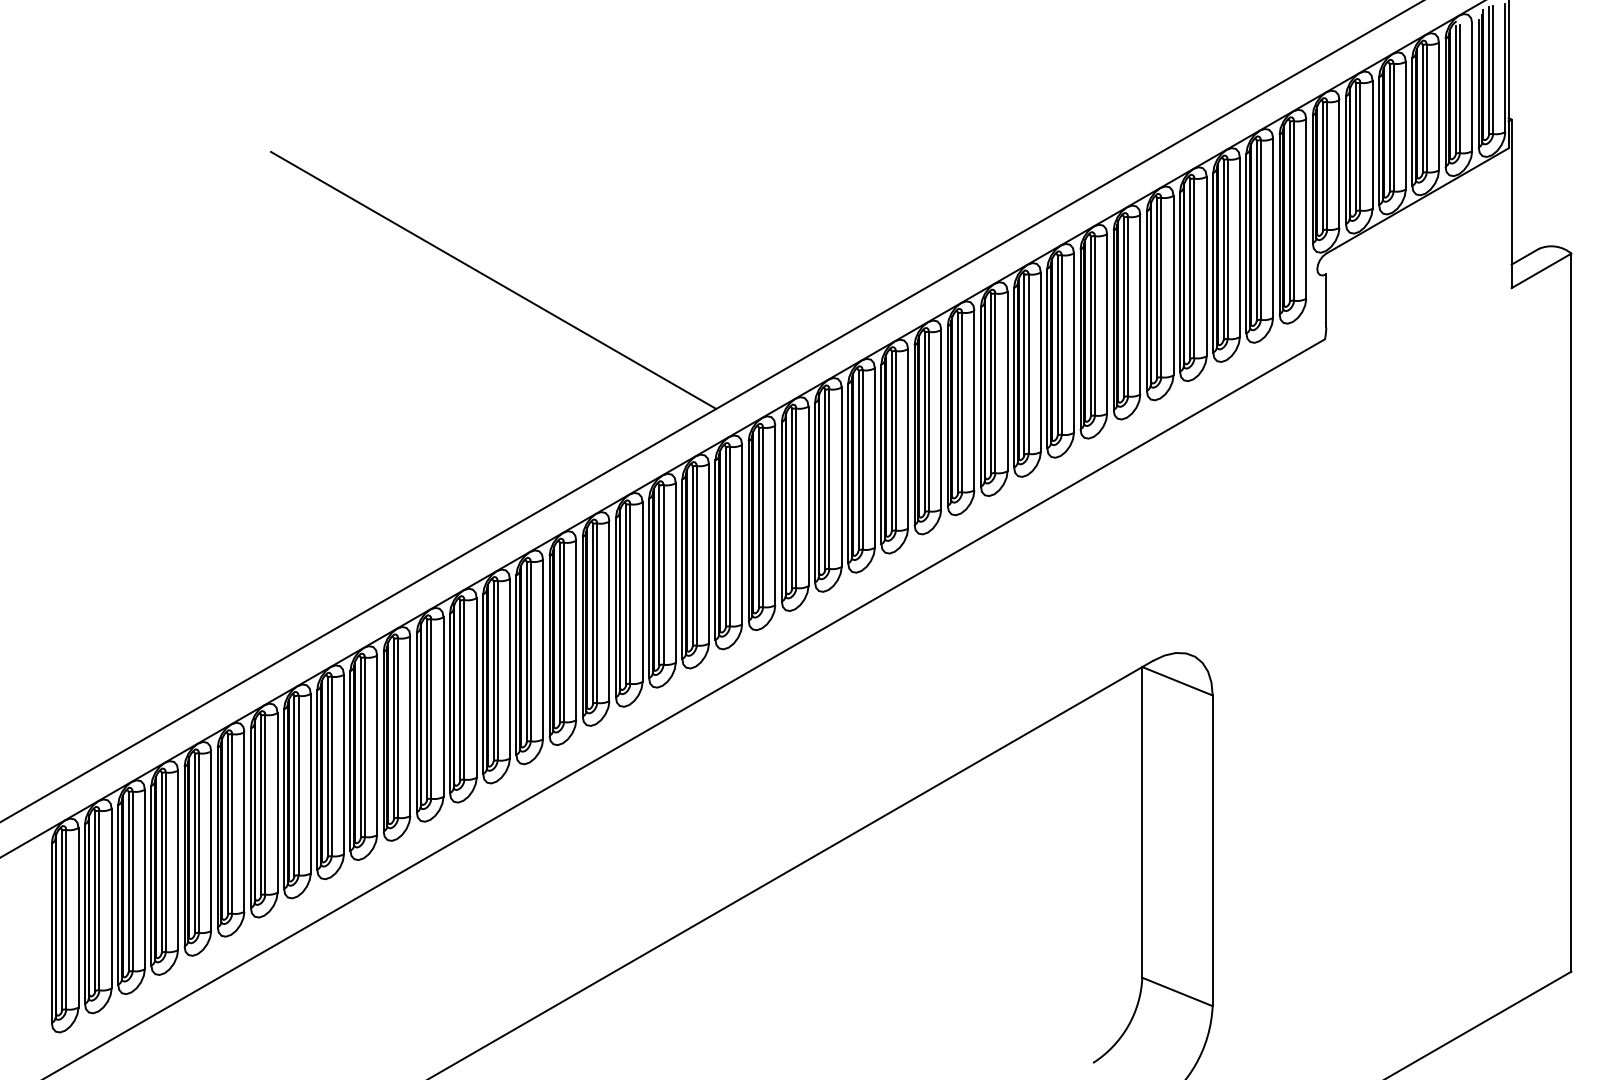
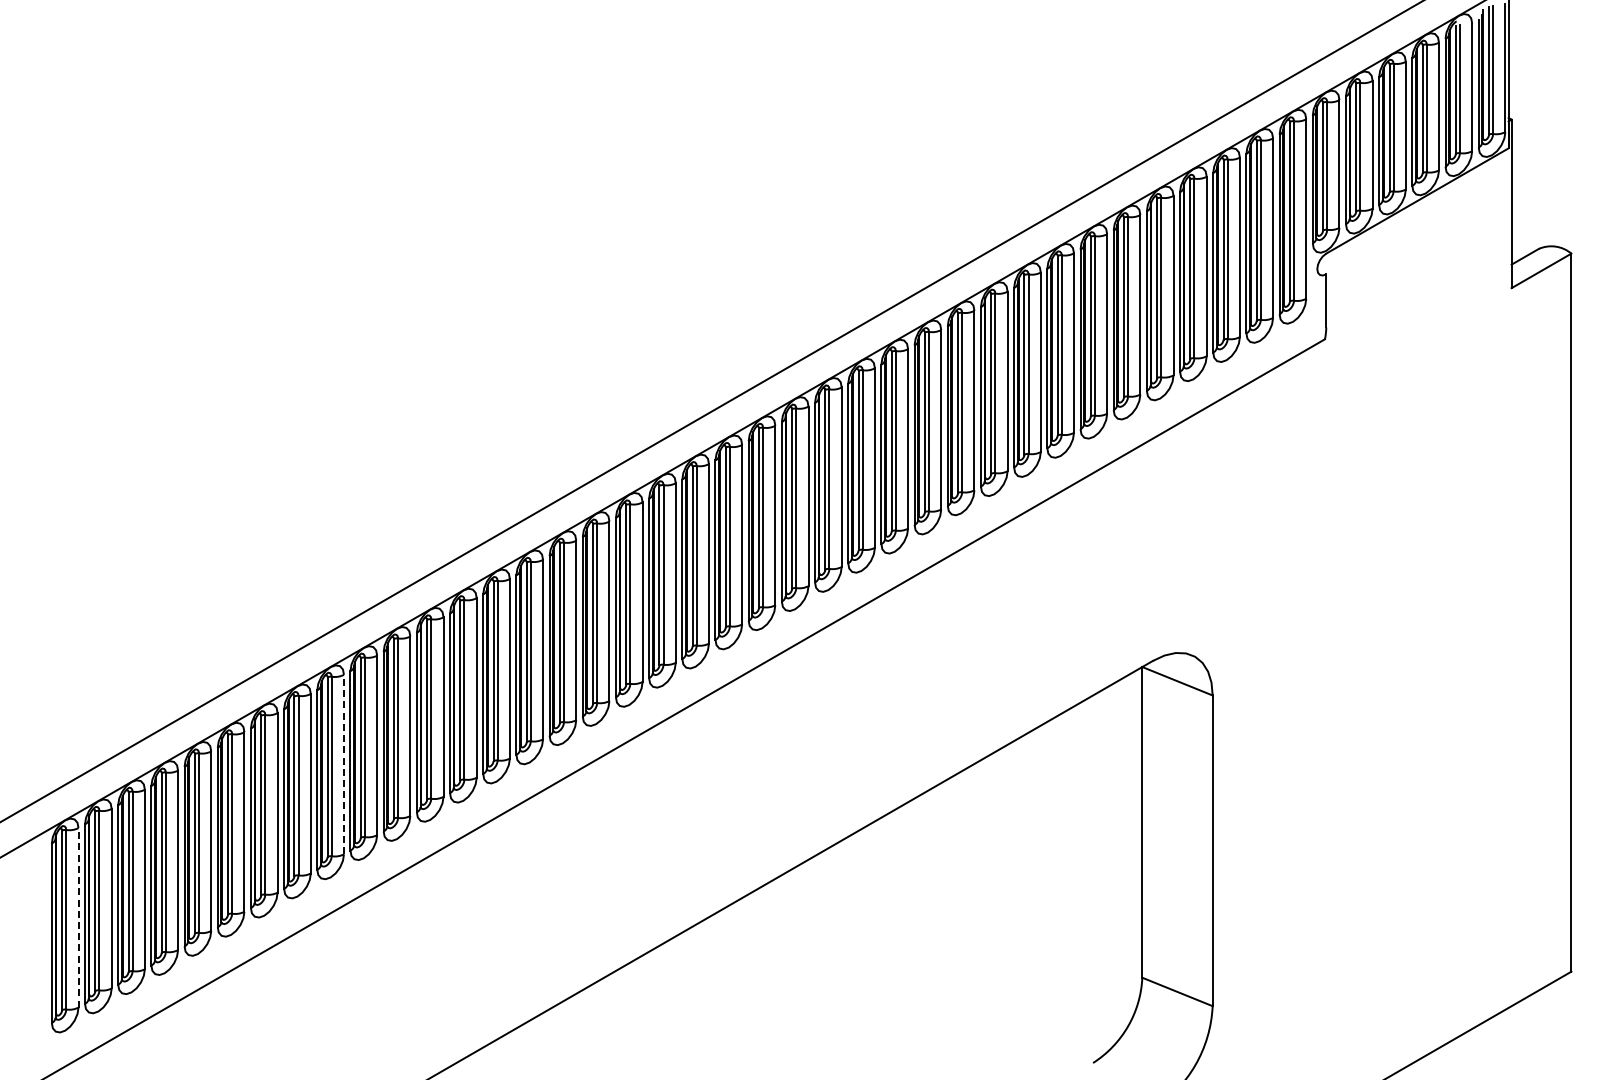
line at (493, 279): present -> none
line at (343, 764): solid -> dashed
line at (78, 917): solid -> dashed
